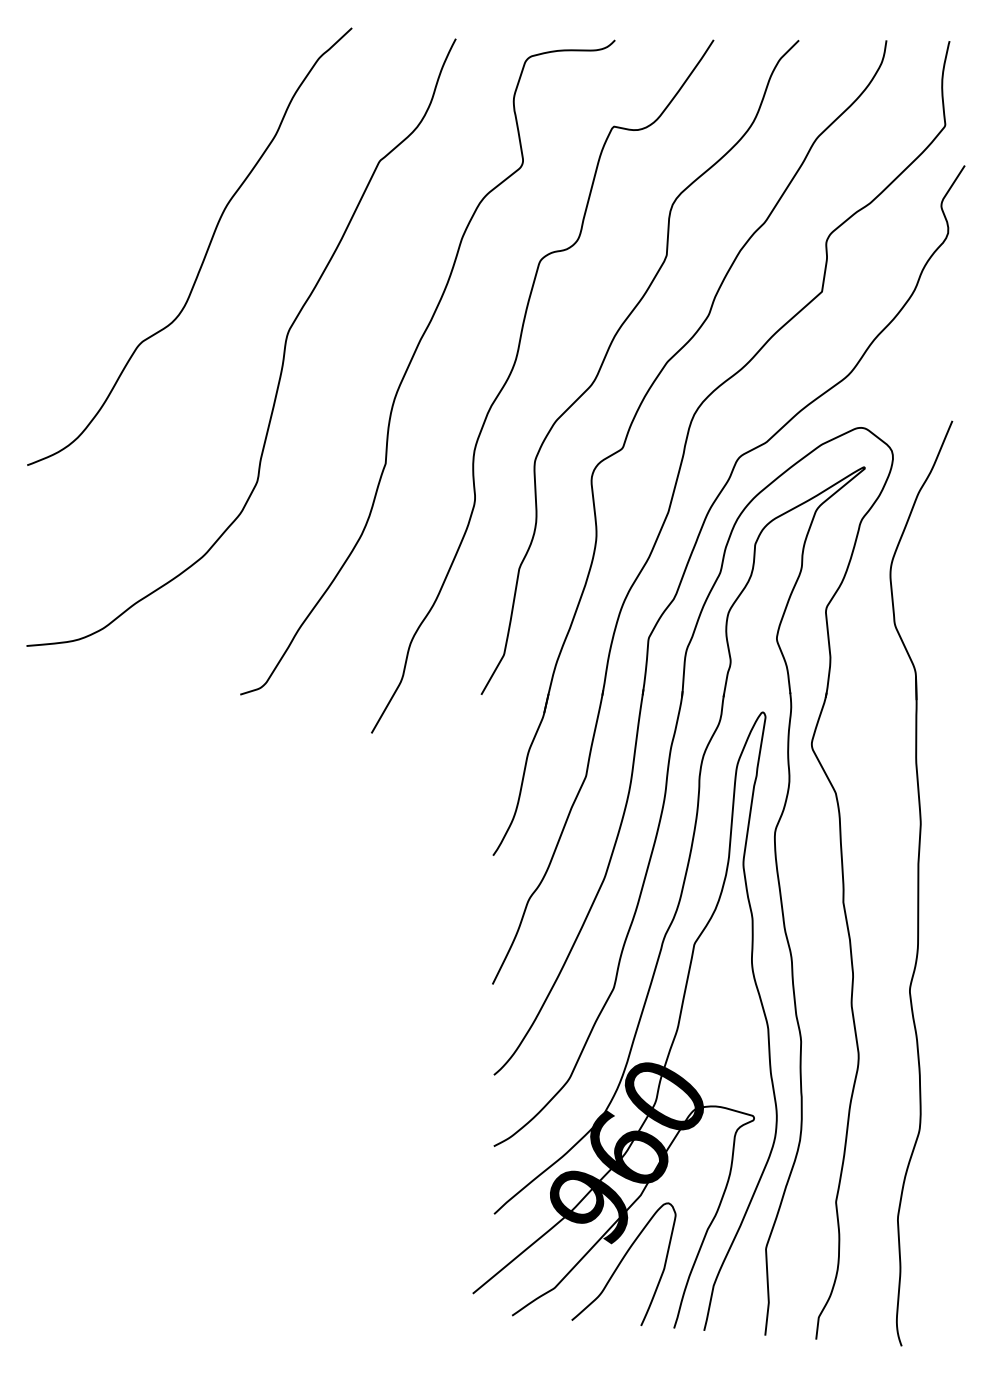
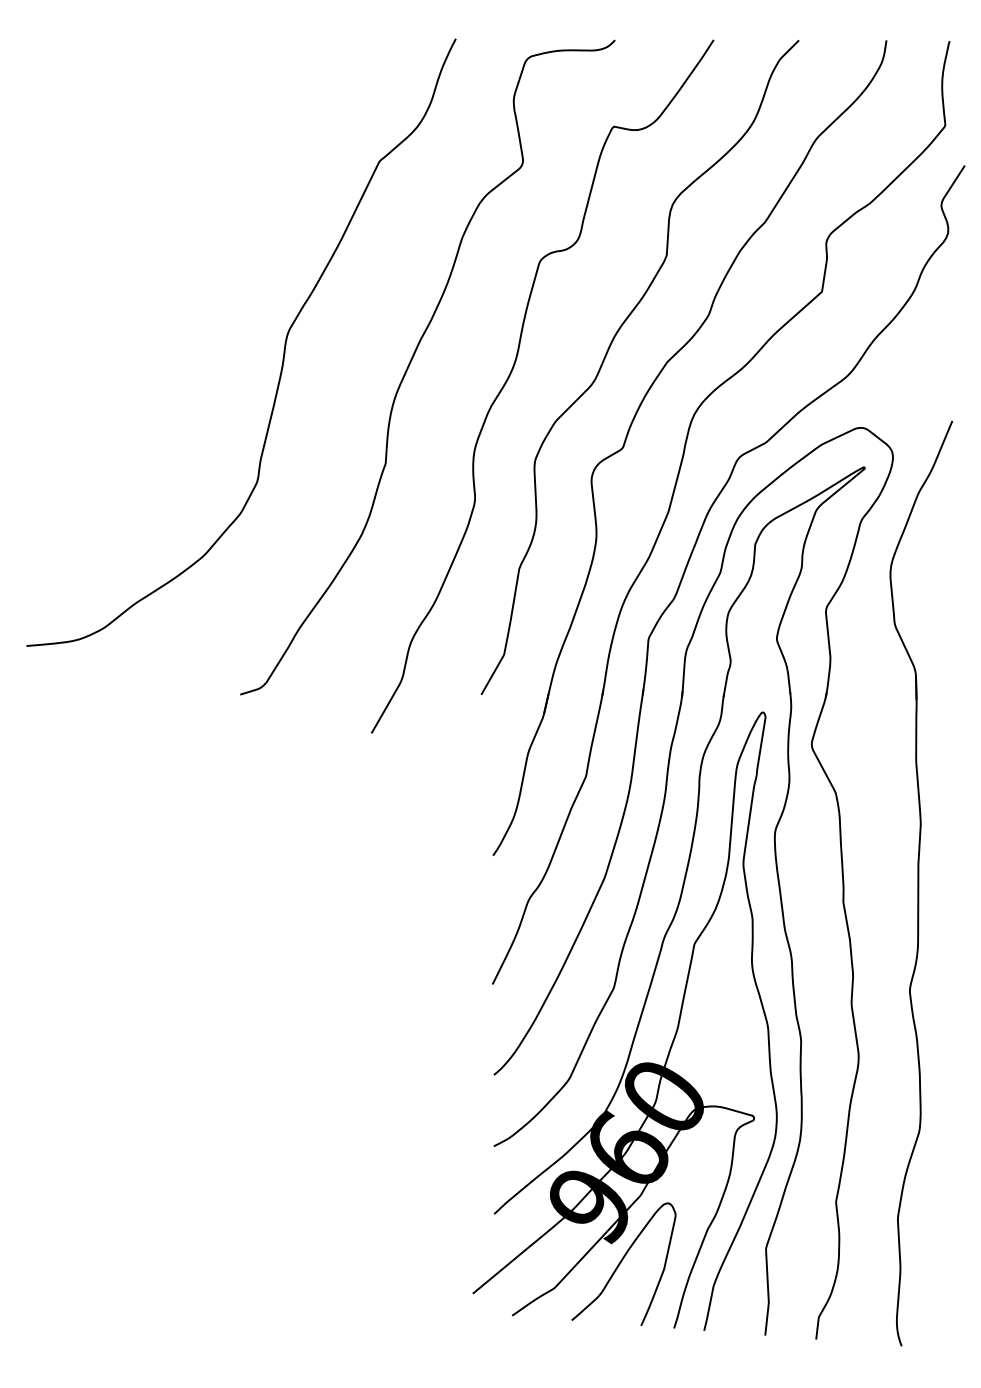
curve at (205, 252): present -> none
